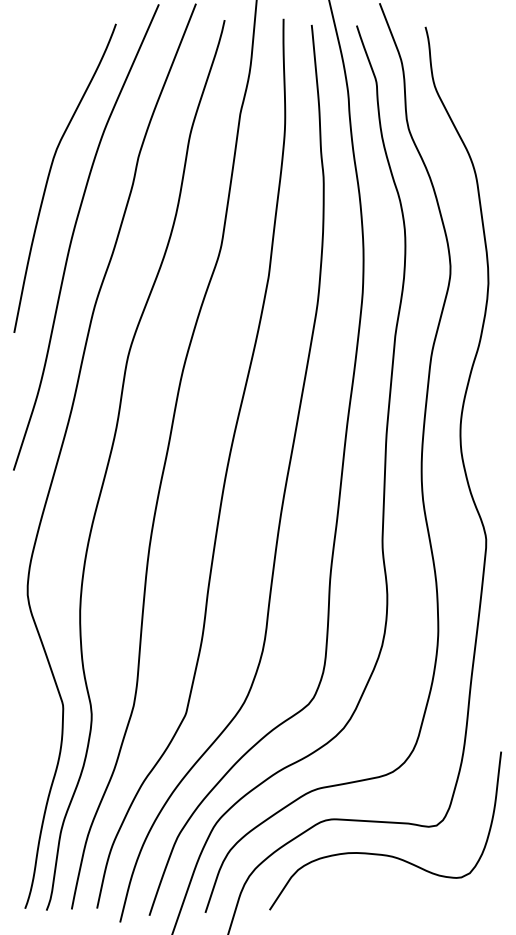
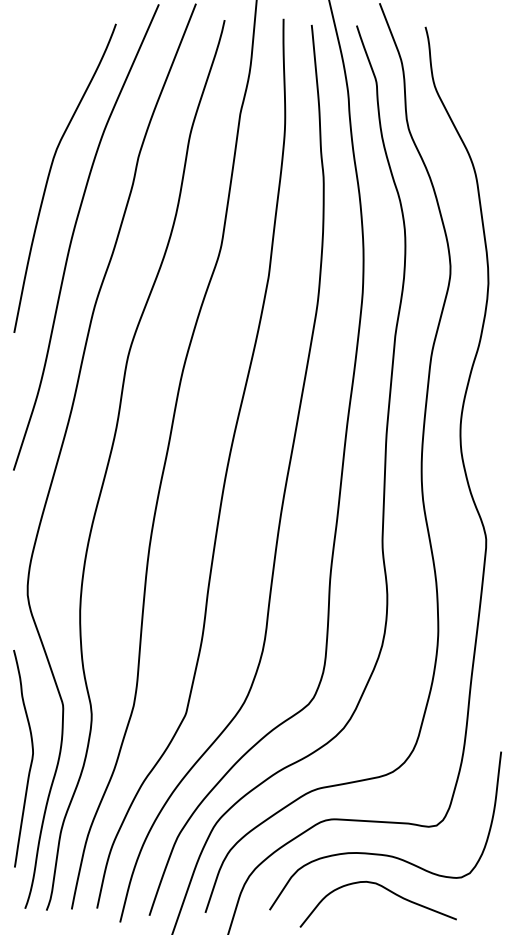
curve at (31, 758): none -> present
curve at (385, 889): none -> present
